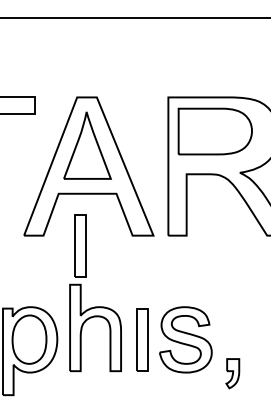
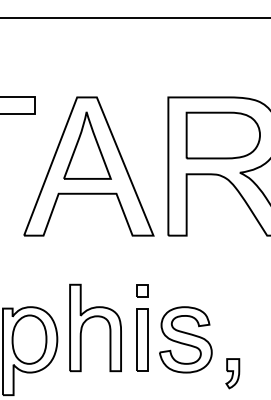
part at (214, 131) position: (214, 131) -> (222, 135)
part at (80, 245): present -> none
part at (142, 290): none -> present
